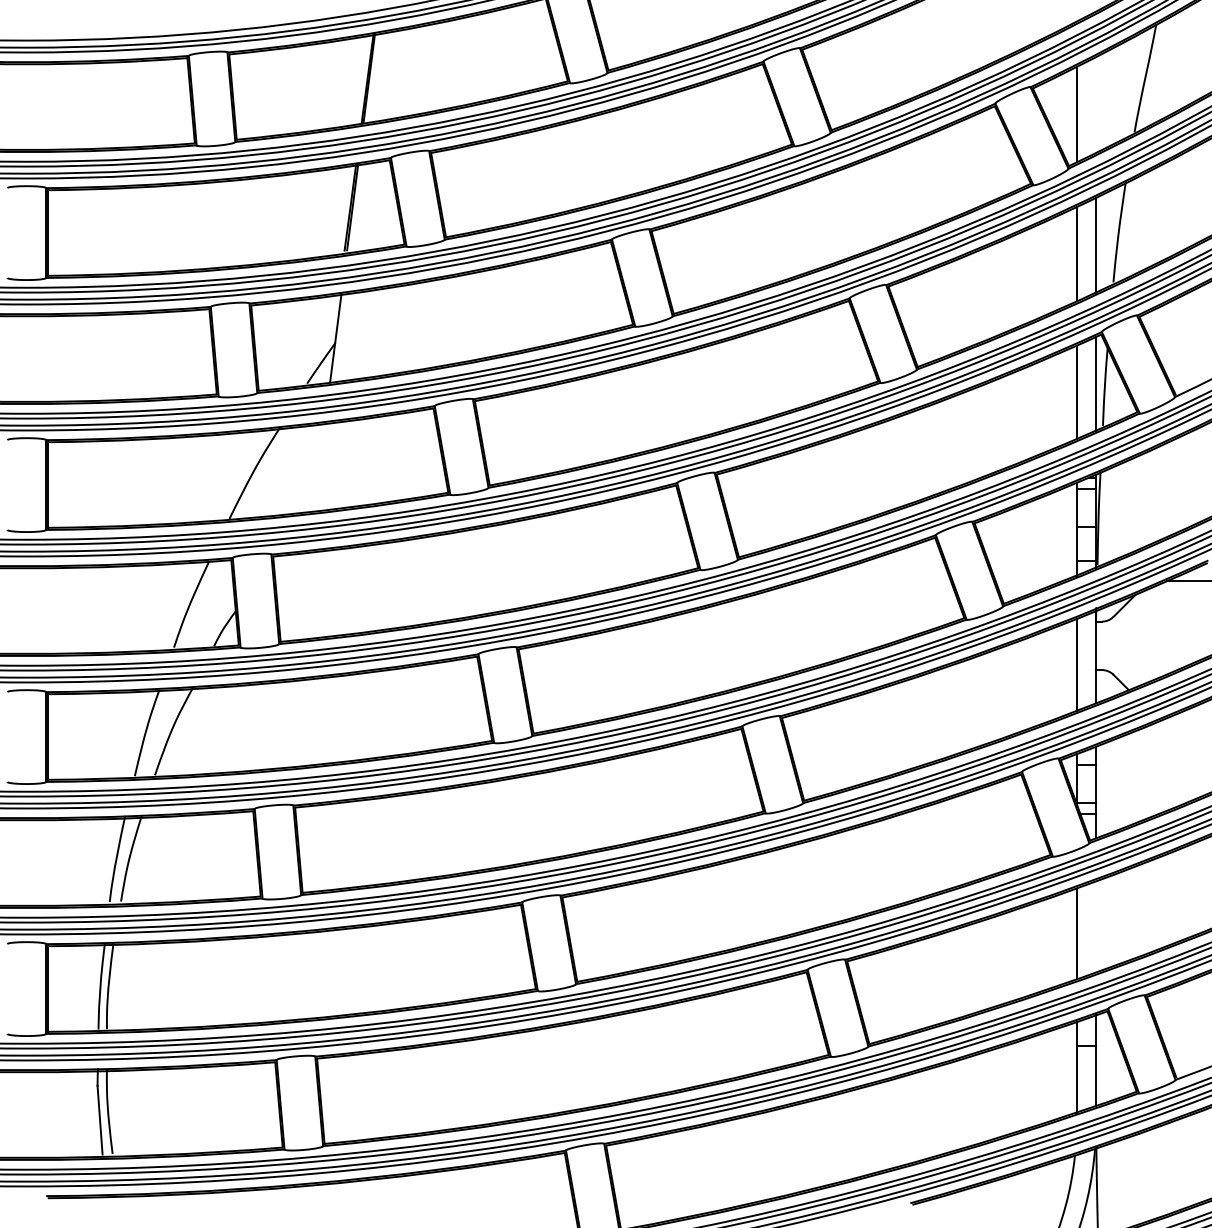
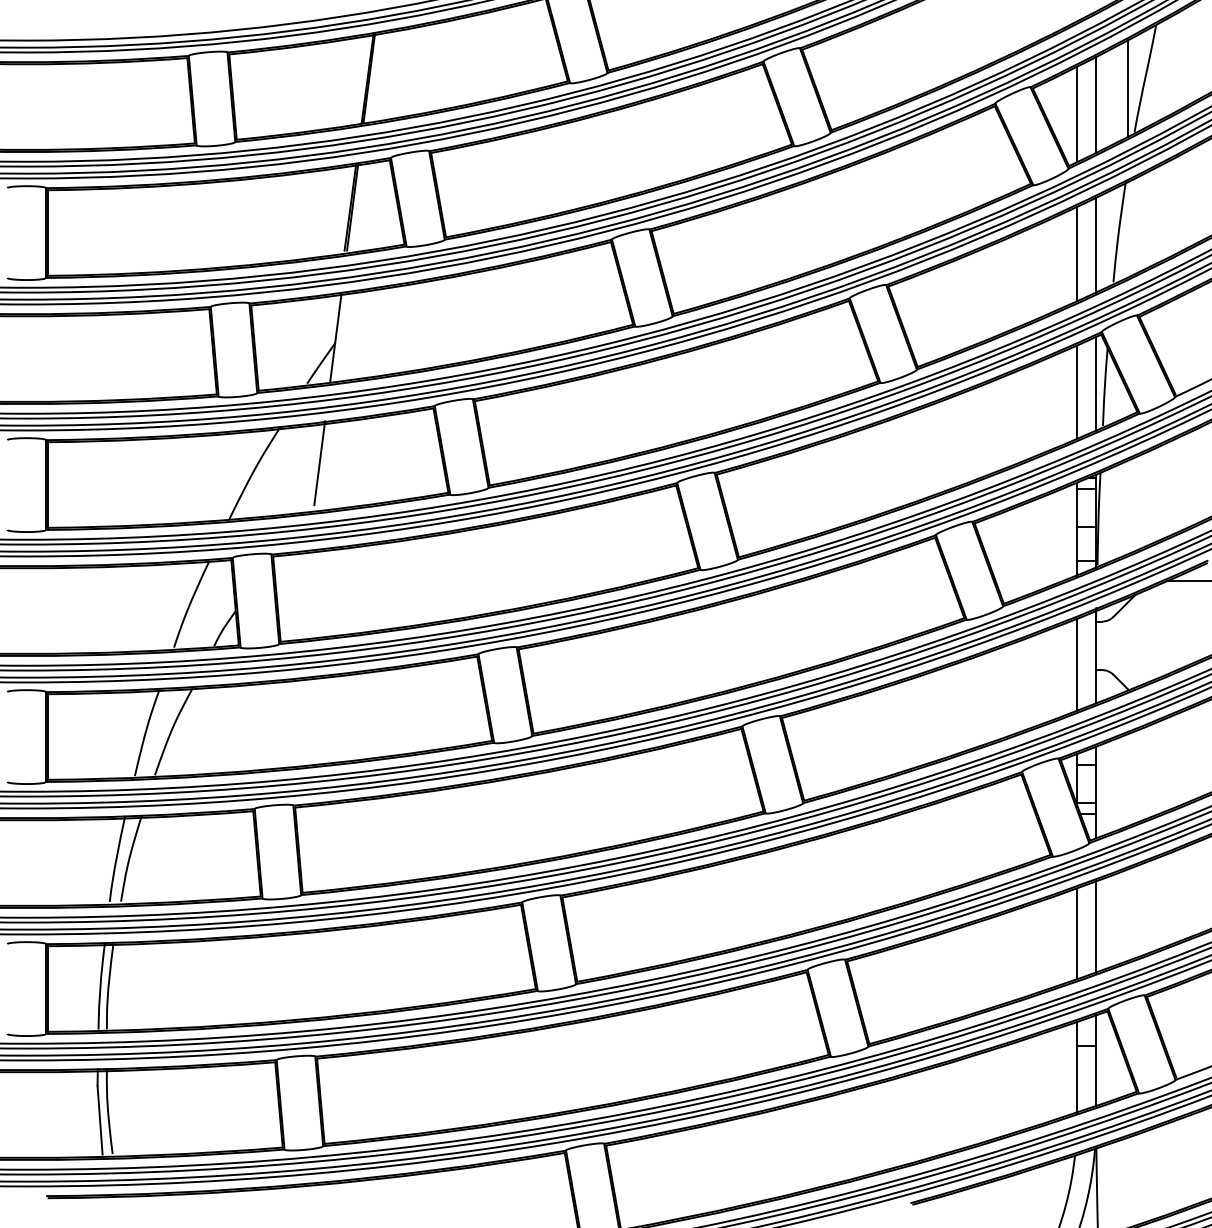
line at (1128, 88): none -> present
line at (1096, 105): none -> present
line at (319, 463): none -> present
line at (1096, 926): none -> present
